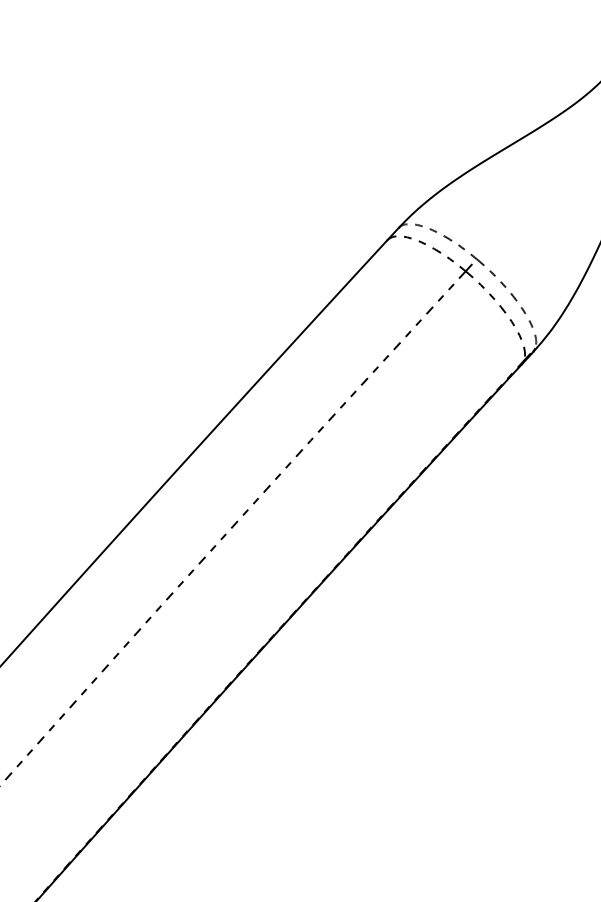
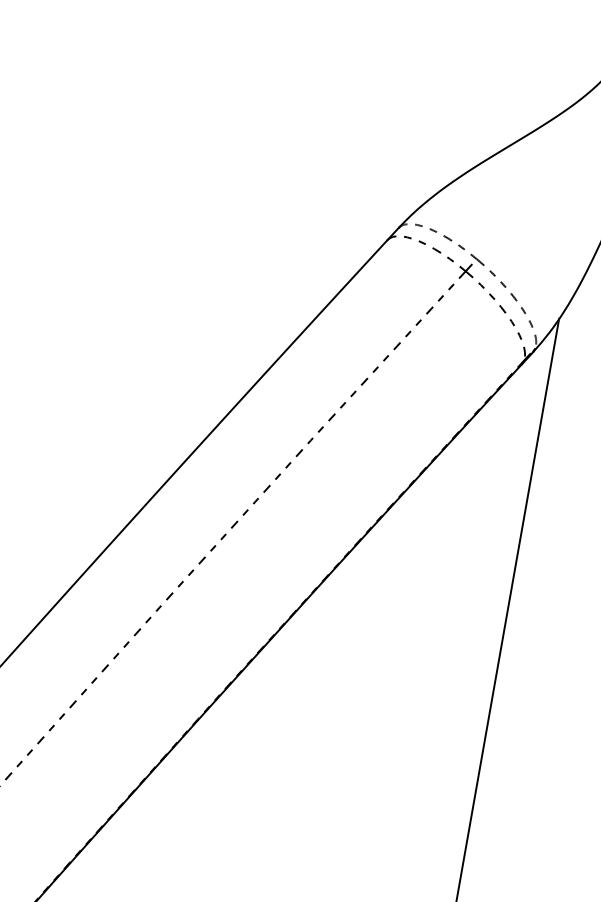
line at (508, 608): none -> present
